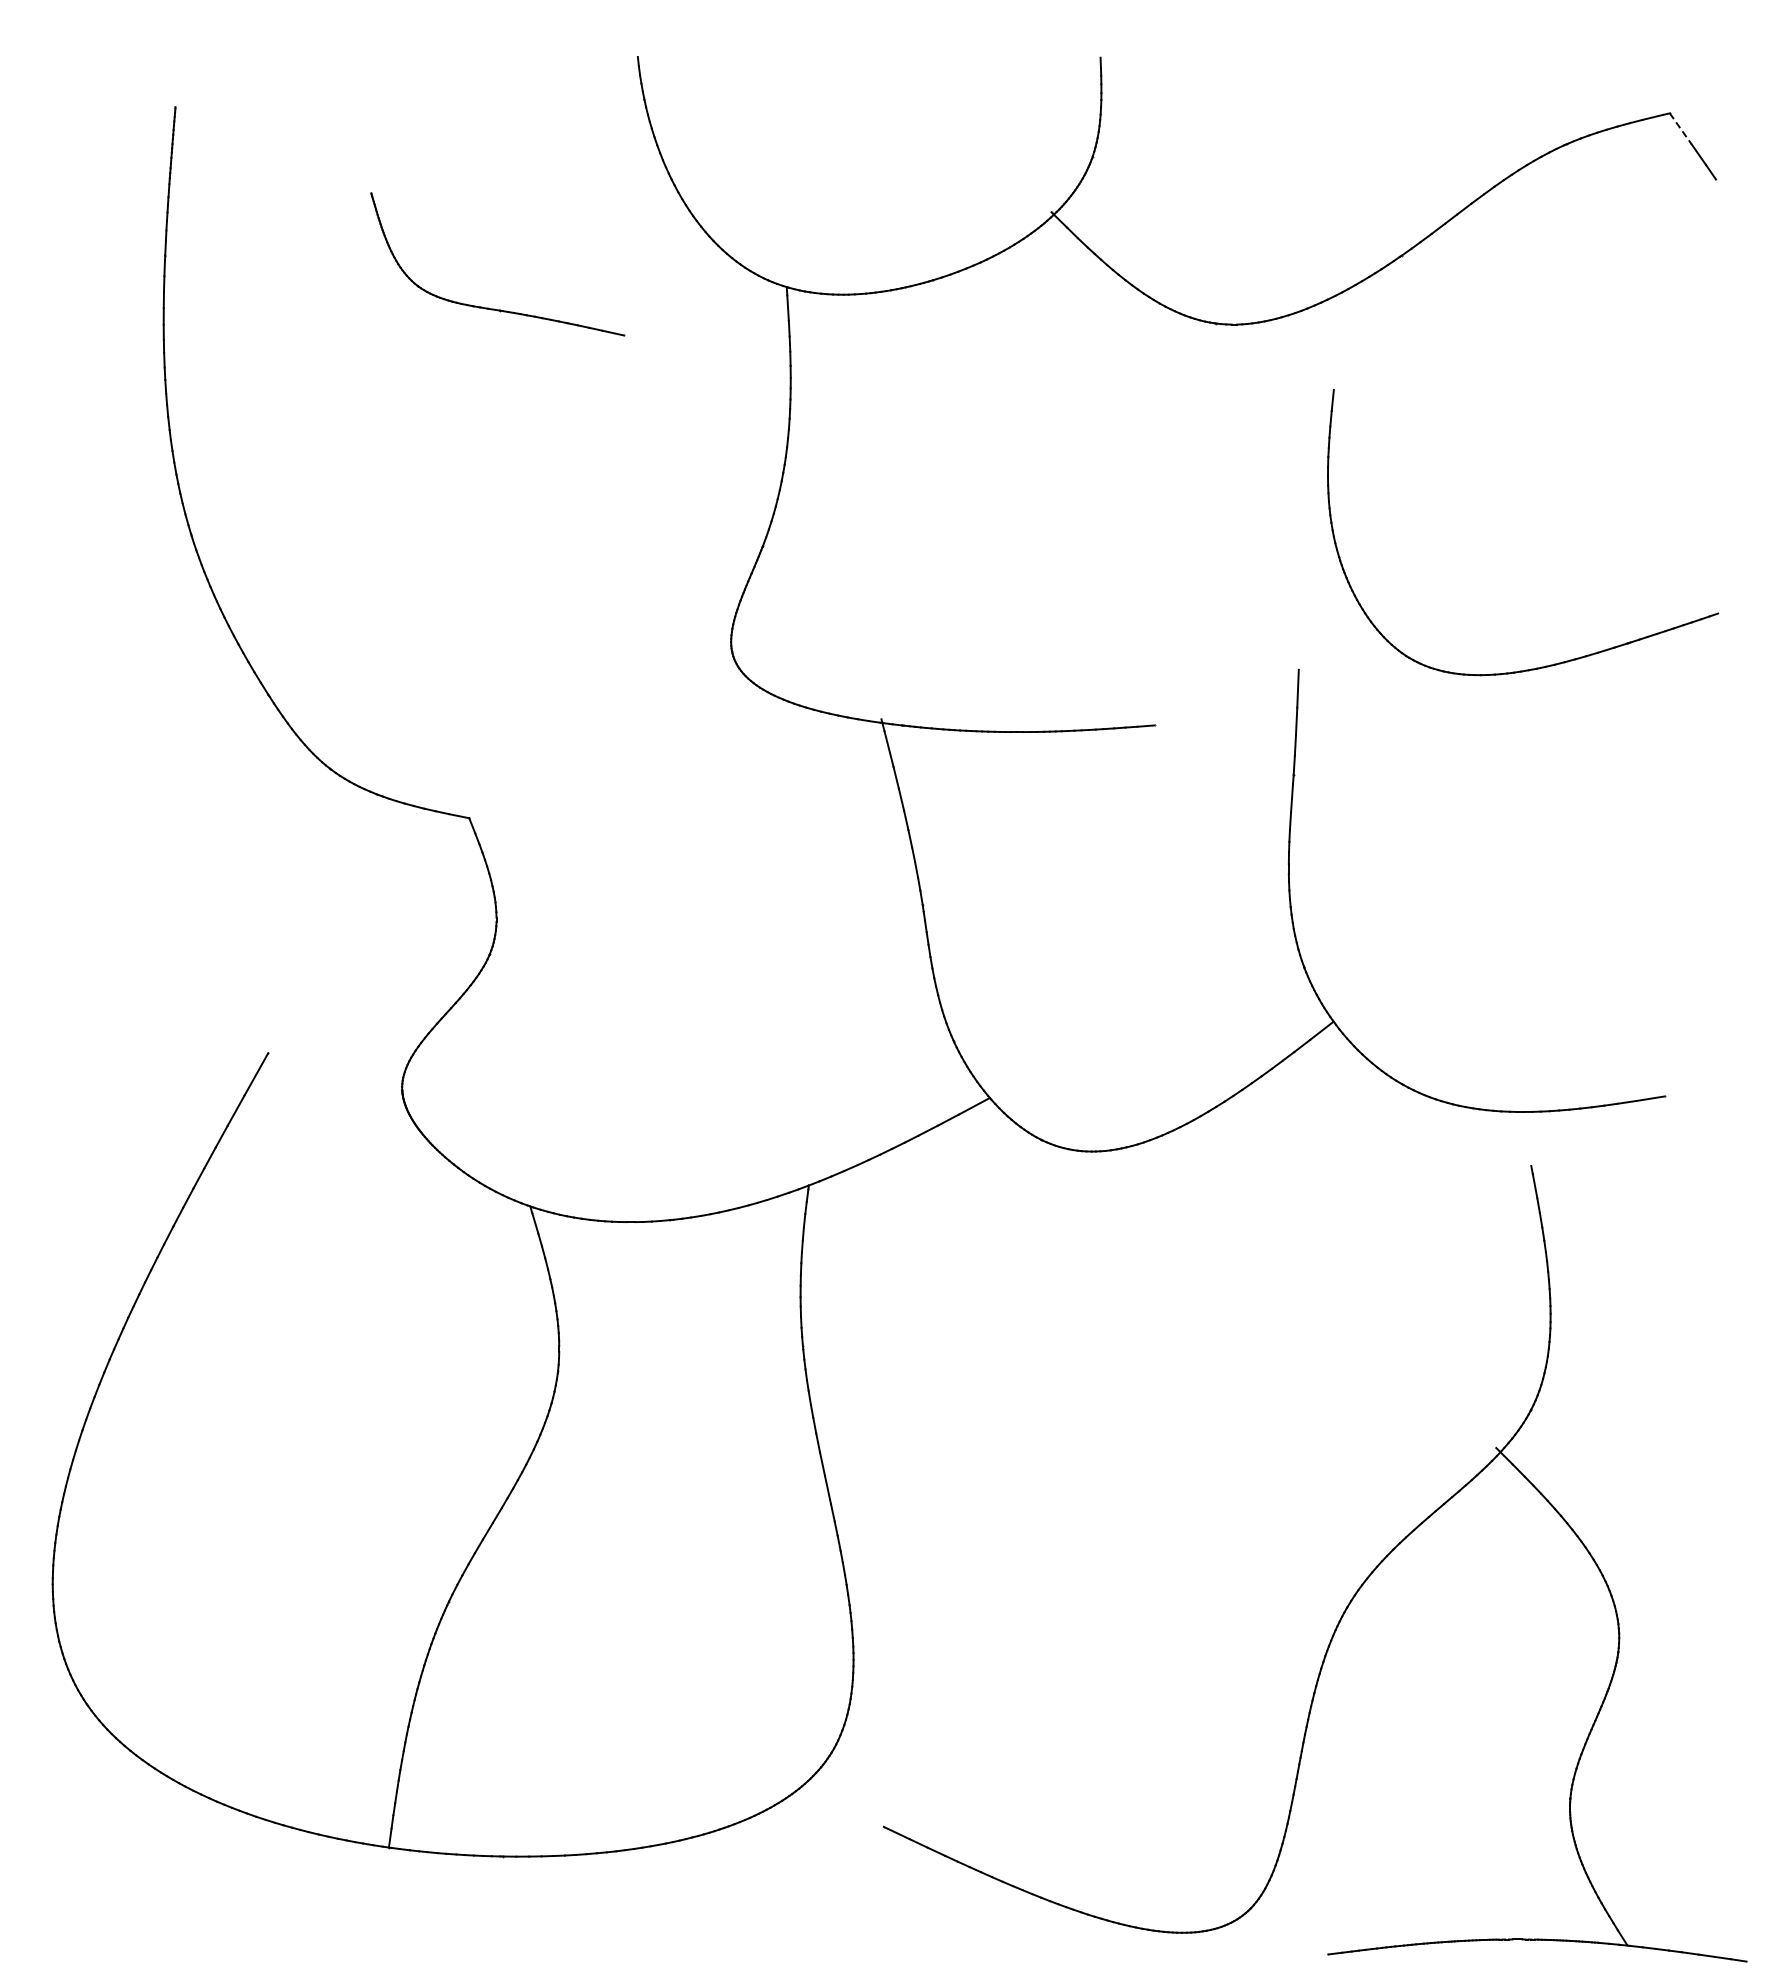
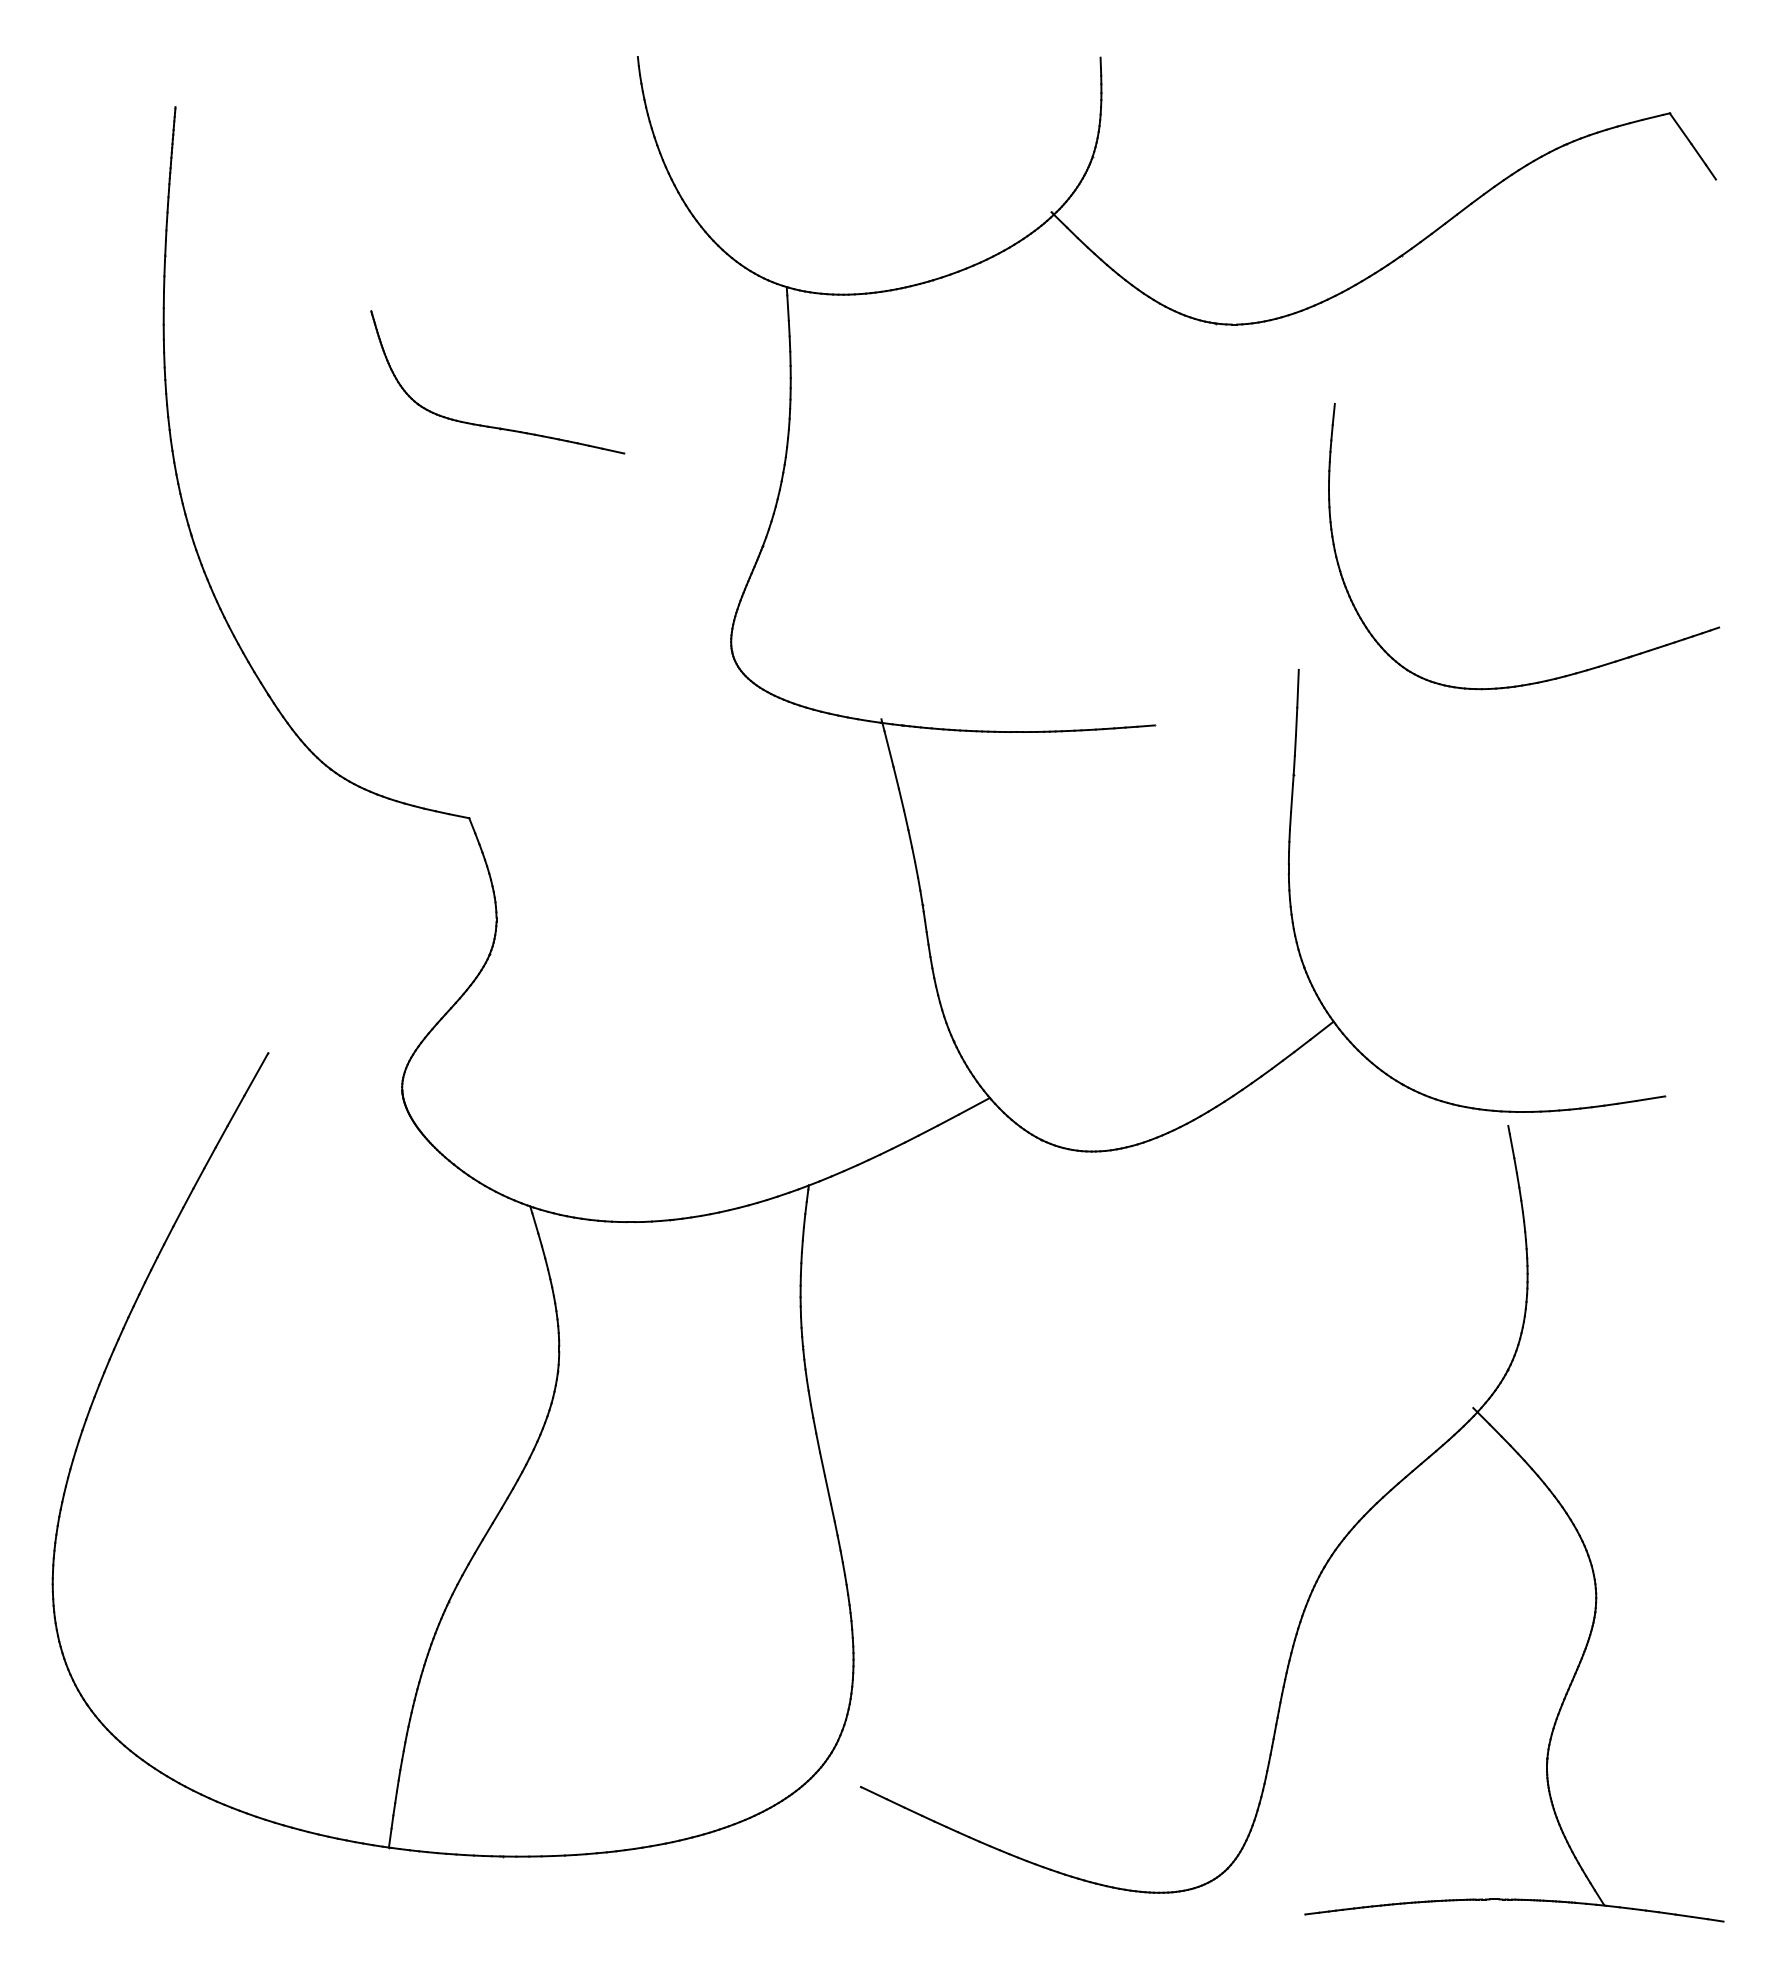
line at (1680, 128): dashed -> solid
part at (488, 307) position: (488, 307) -> (488, 425)
part at (1554, 663) position: (1554, 663) -> (1555, 677)
part at (1355, 1592) position: (1355, 1592) -> (1332, 1552)
